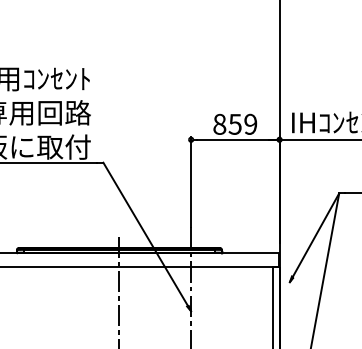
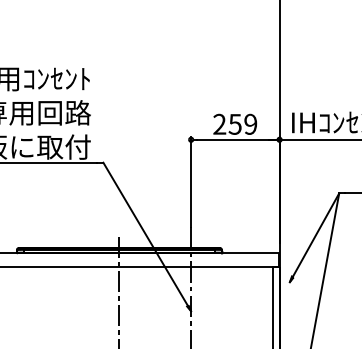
text at (219, 123): 859 -> 259
